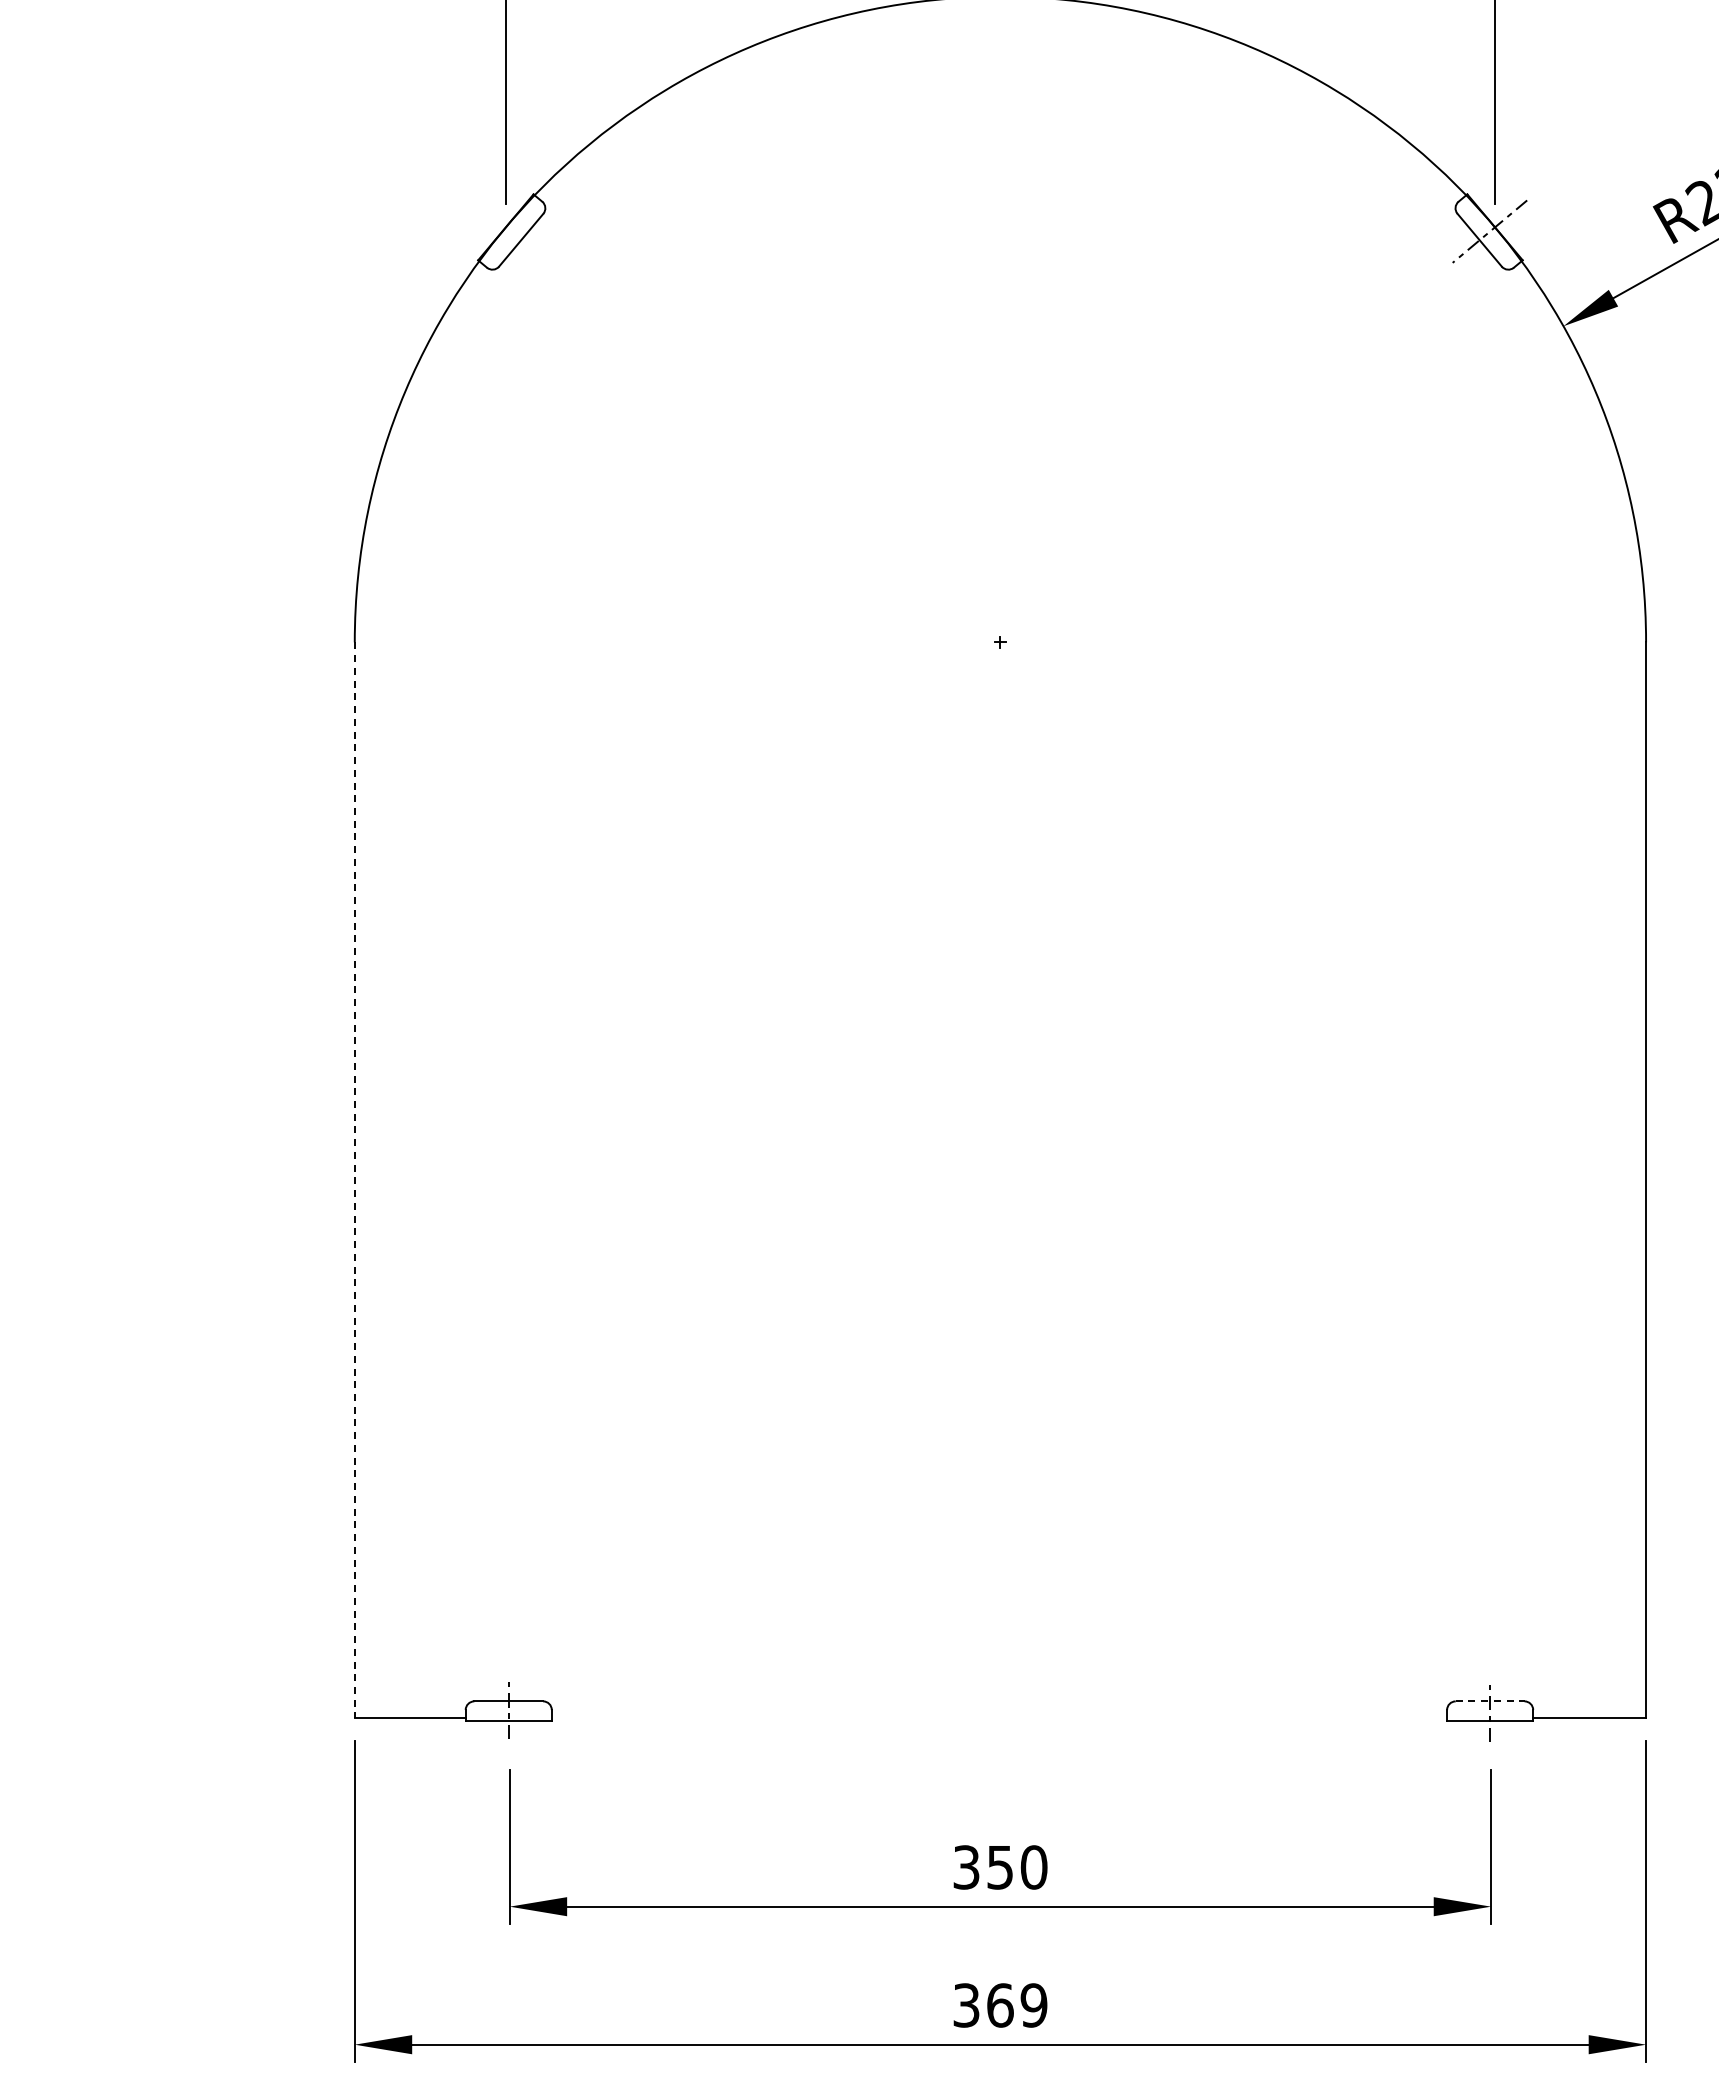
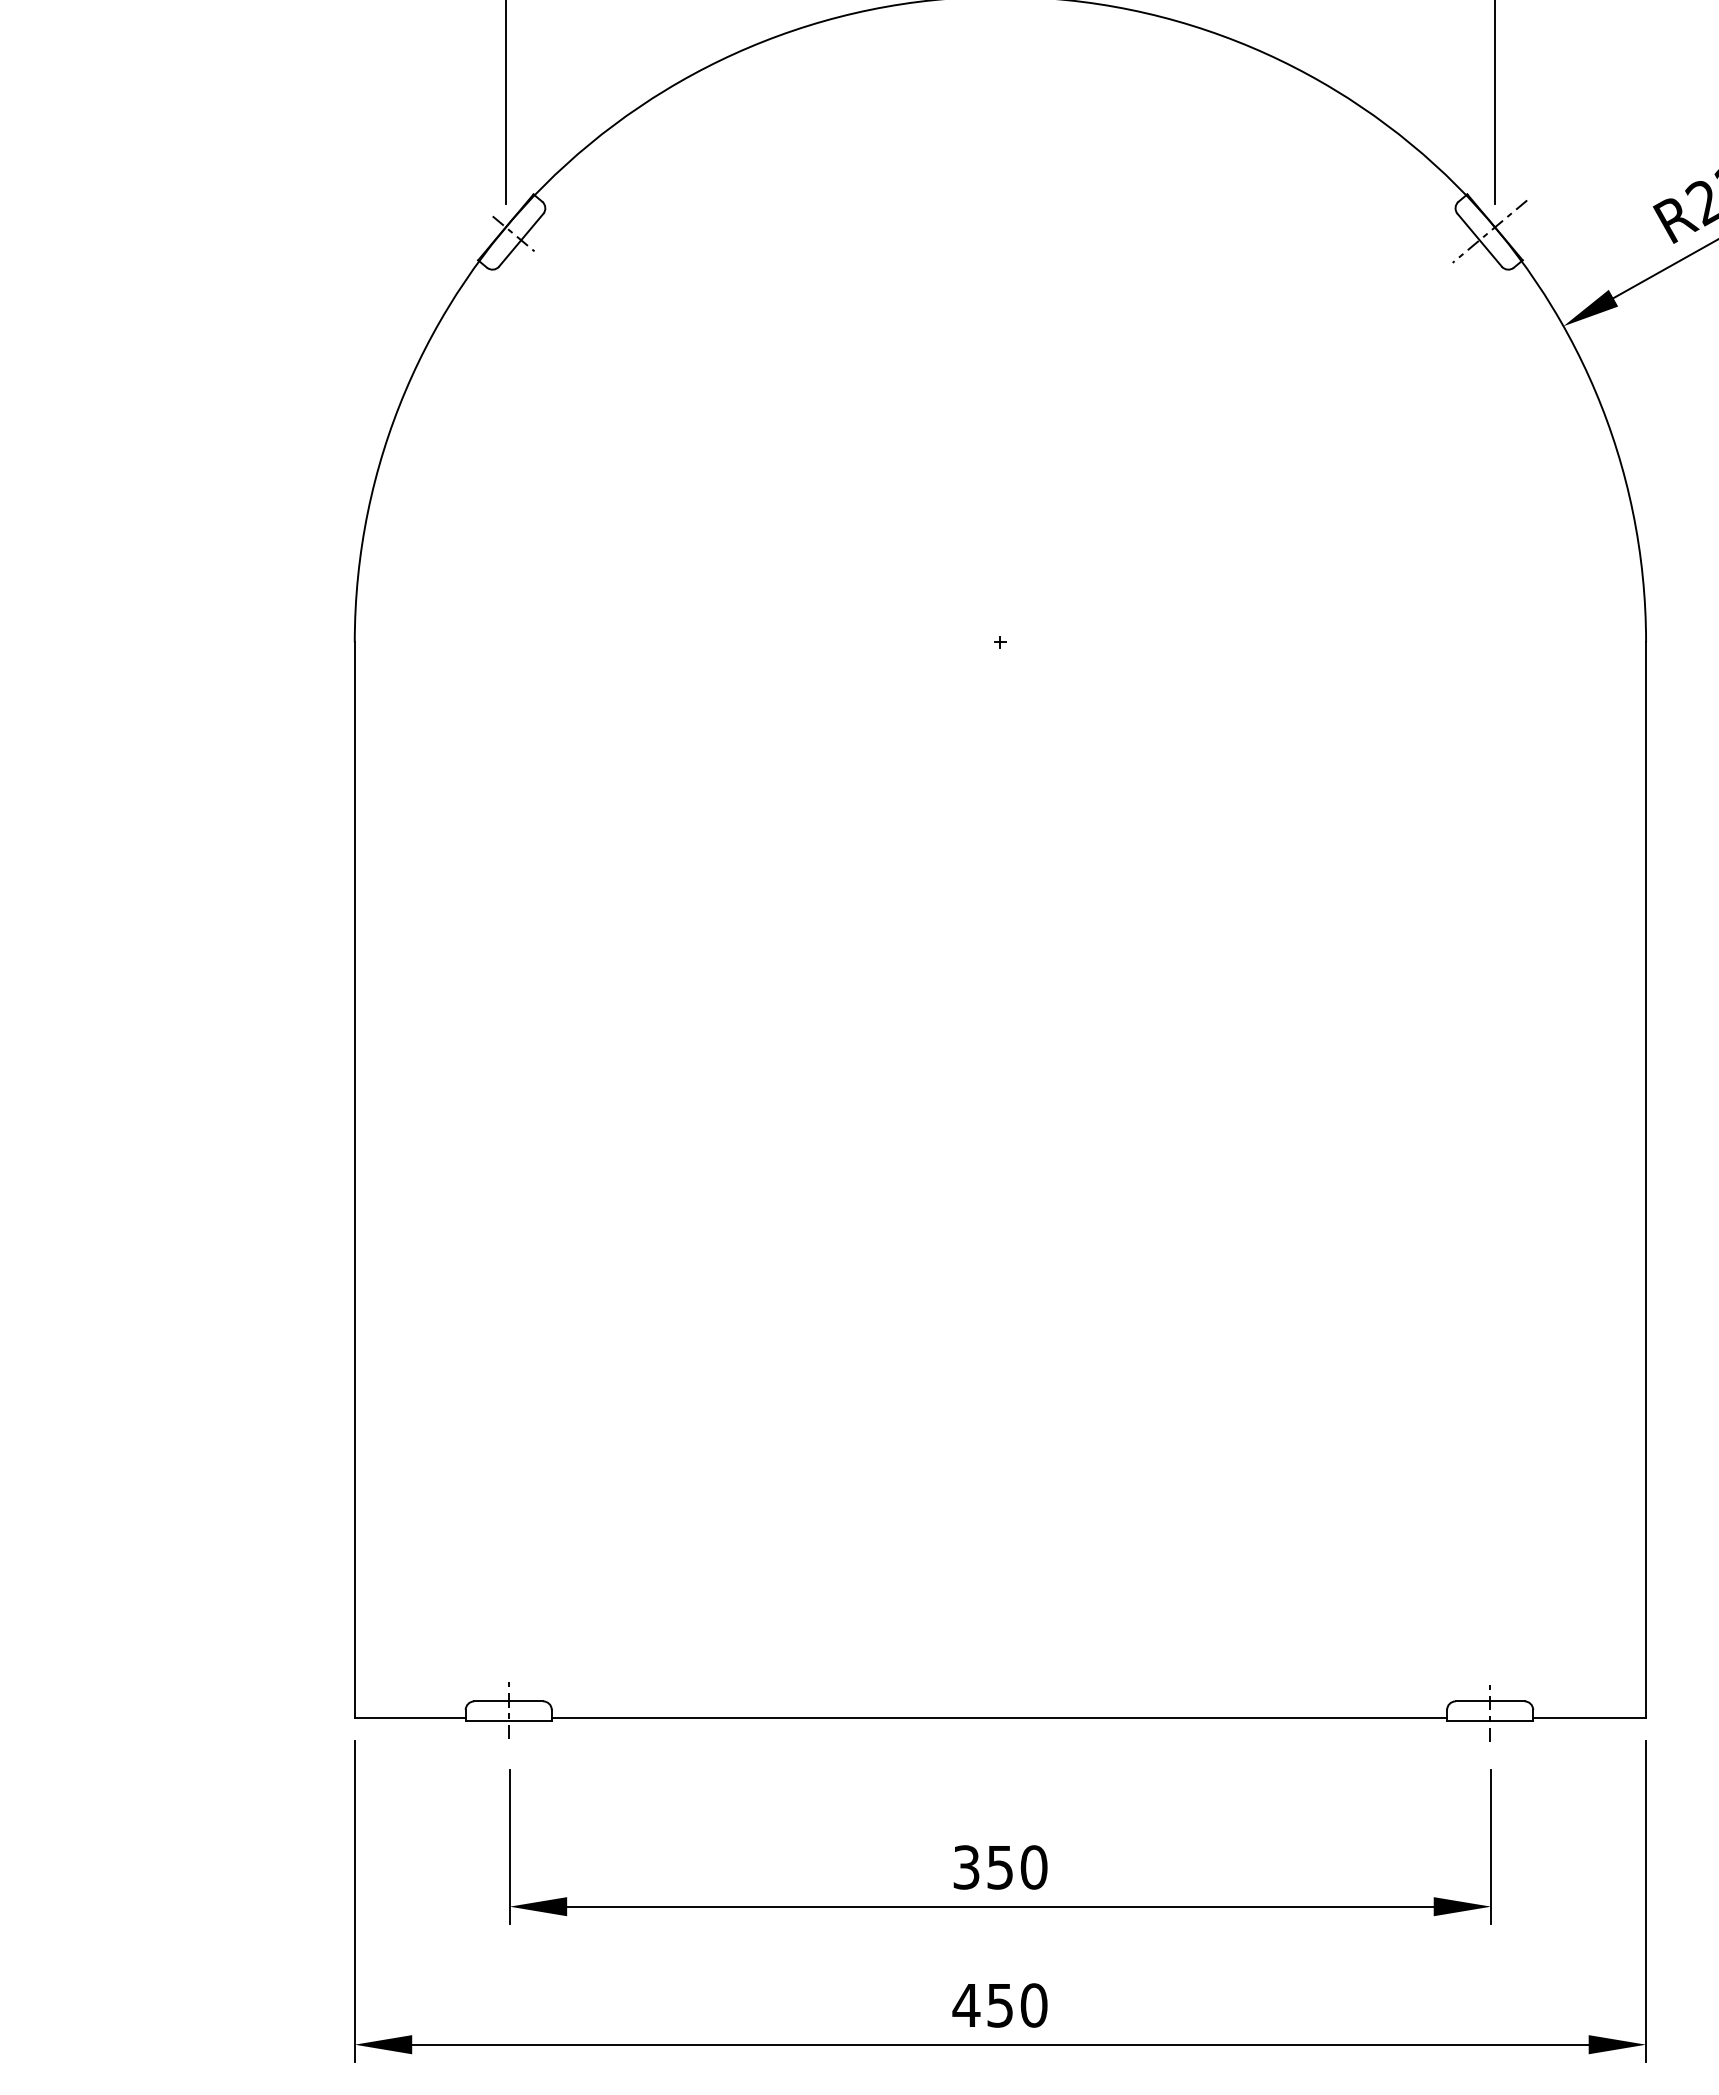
line at (513, 233): none -> present
line at (354, 1180): dashed -> solid
line at (1490, 1701): dashed -> solid
line at (999, 1718): none -> present
text at (999, 2005): 369 -> 450
